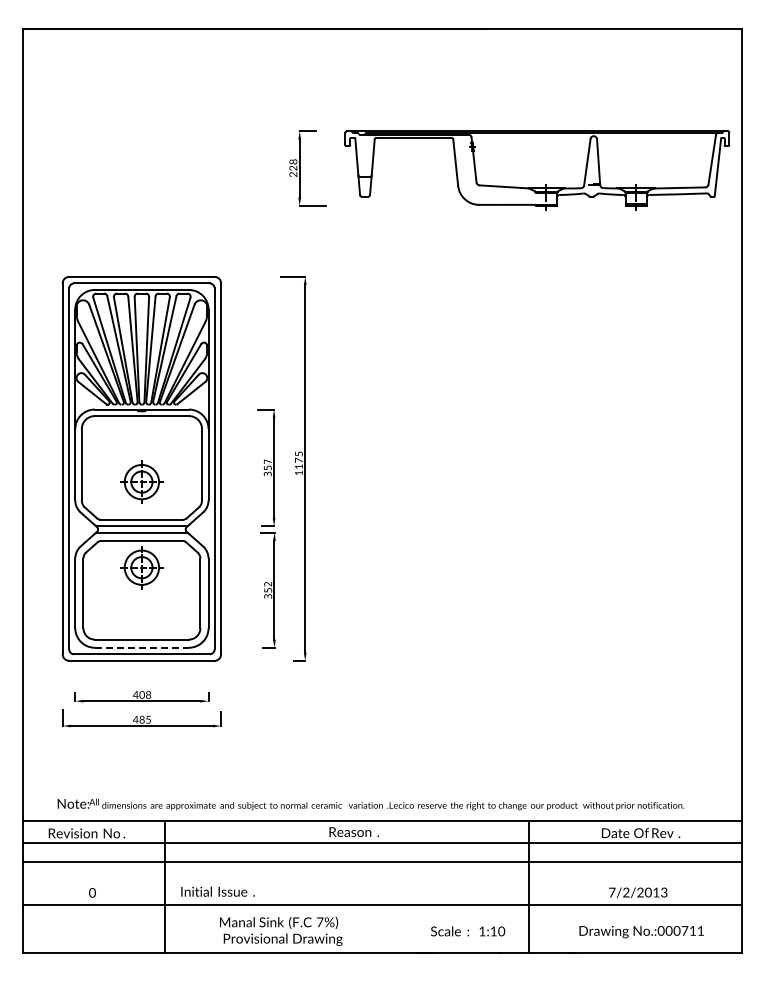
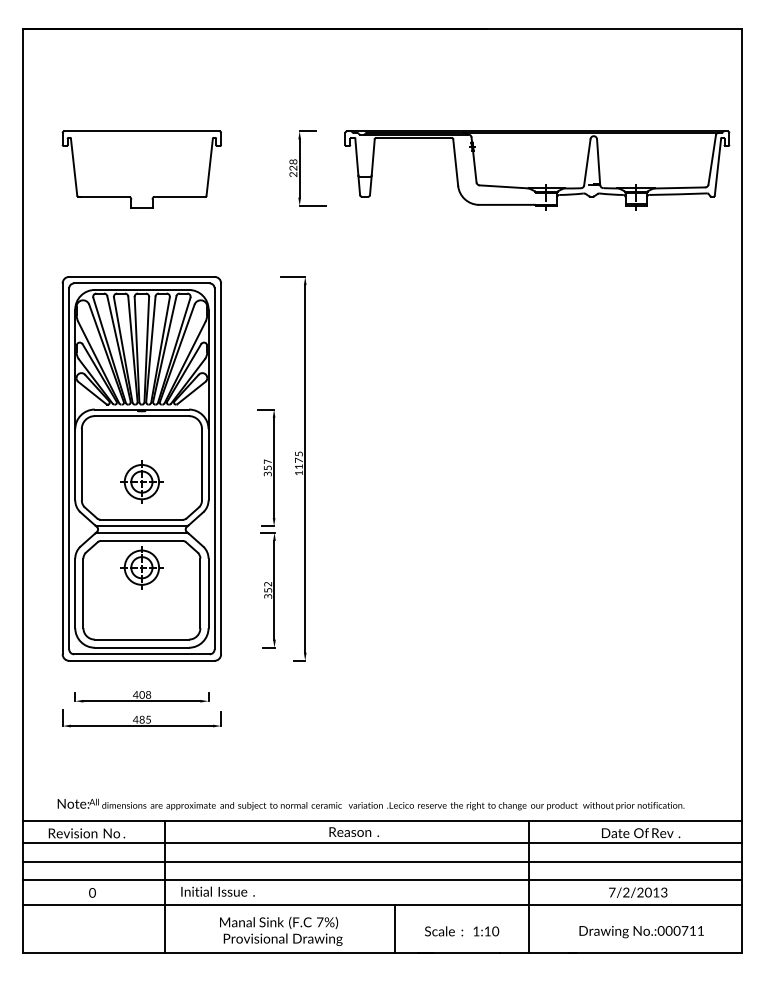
part at (141, 169): none -> present
line at (142, 647): dashed -> solid
line at (382, 879): none -> present
line at (395, 928): none -> present
text at (468, 931) position: (468, 931) -> (462, 931)
